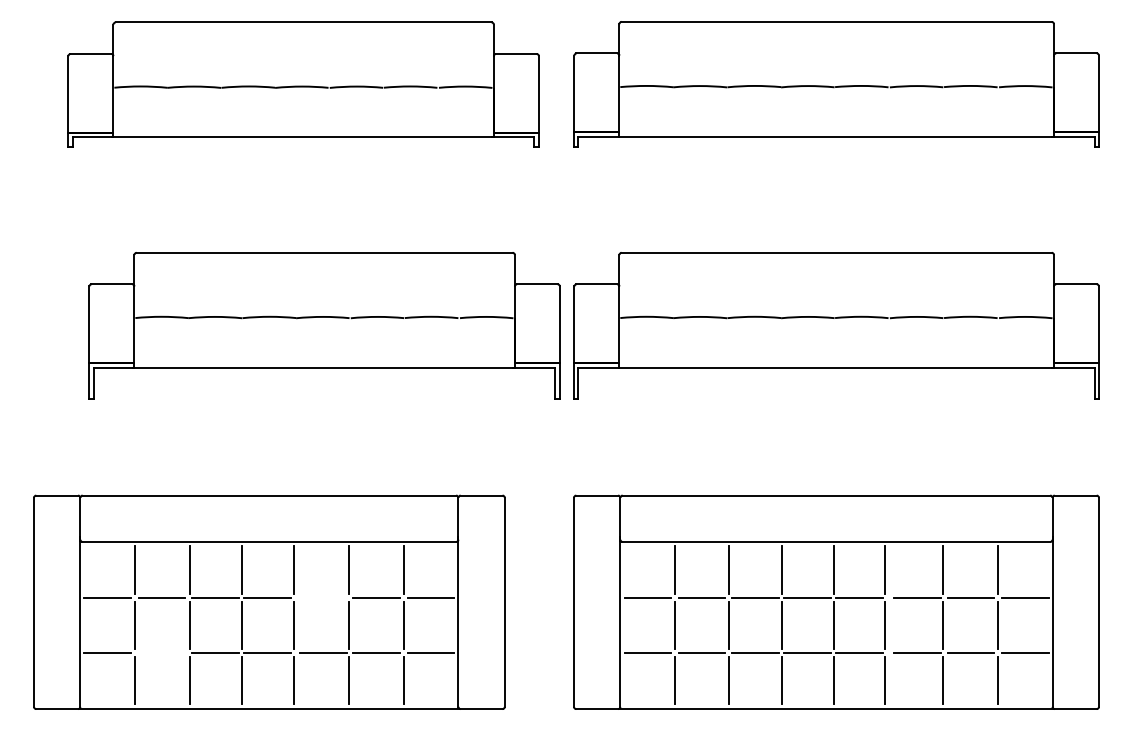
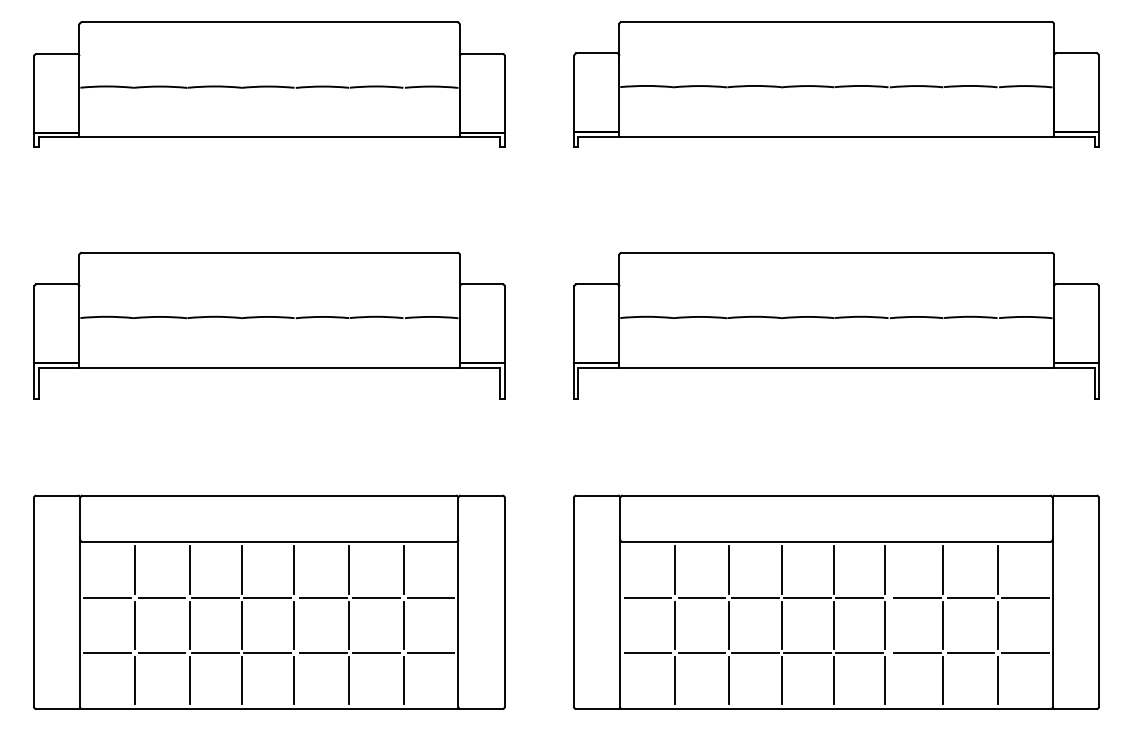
part at (303, 84) position: (303, 84) -> (269, 84)
part at (324, 325) position: (324, 325) -> (269, 325)
line at (323, 597): none -> present
line at (162, 653): none -> present
